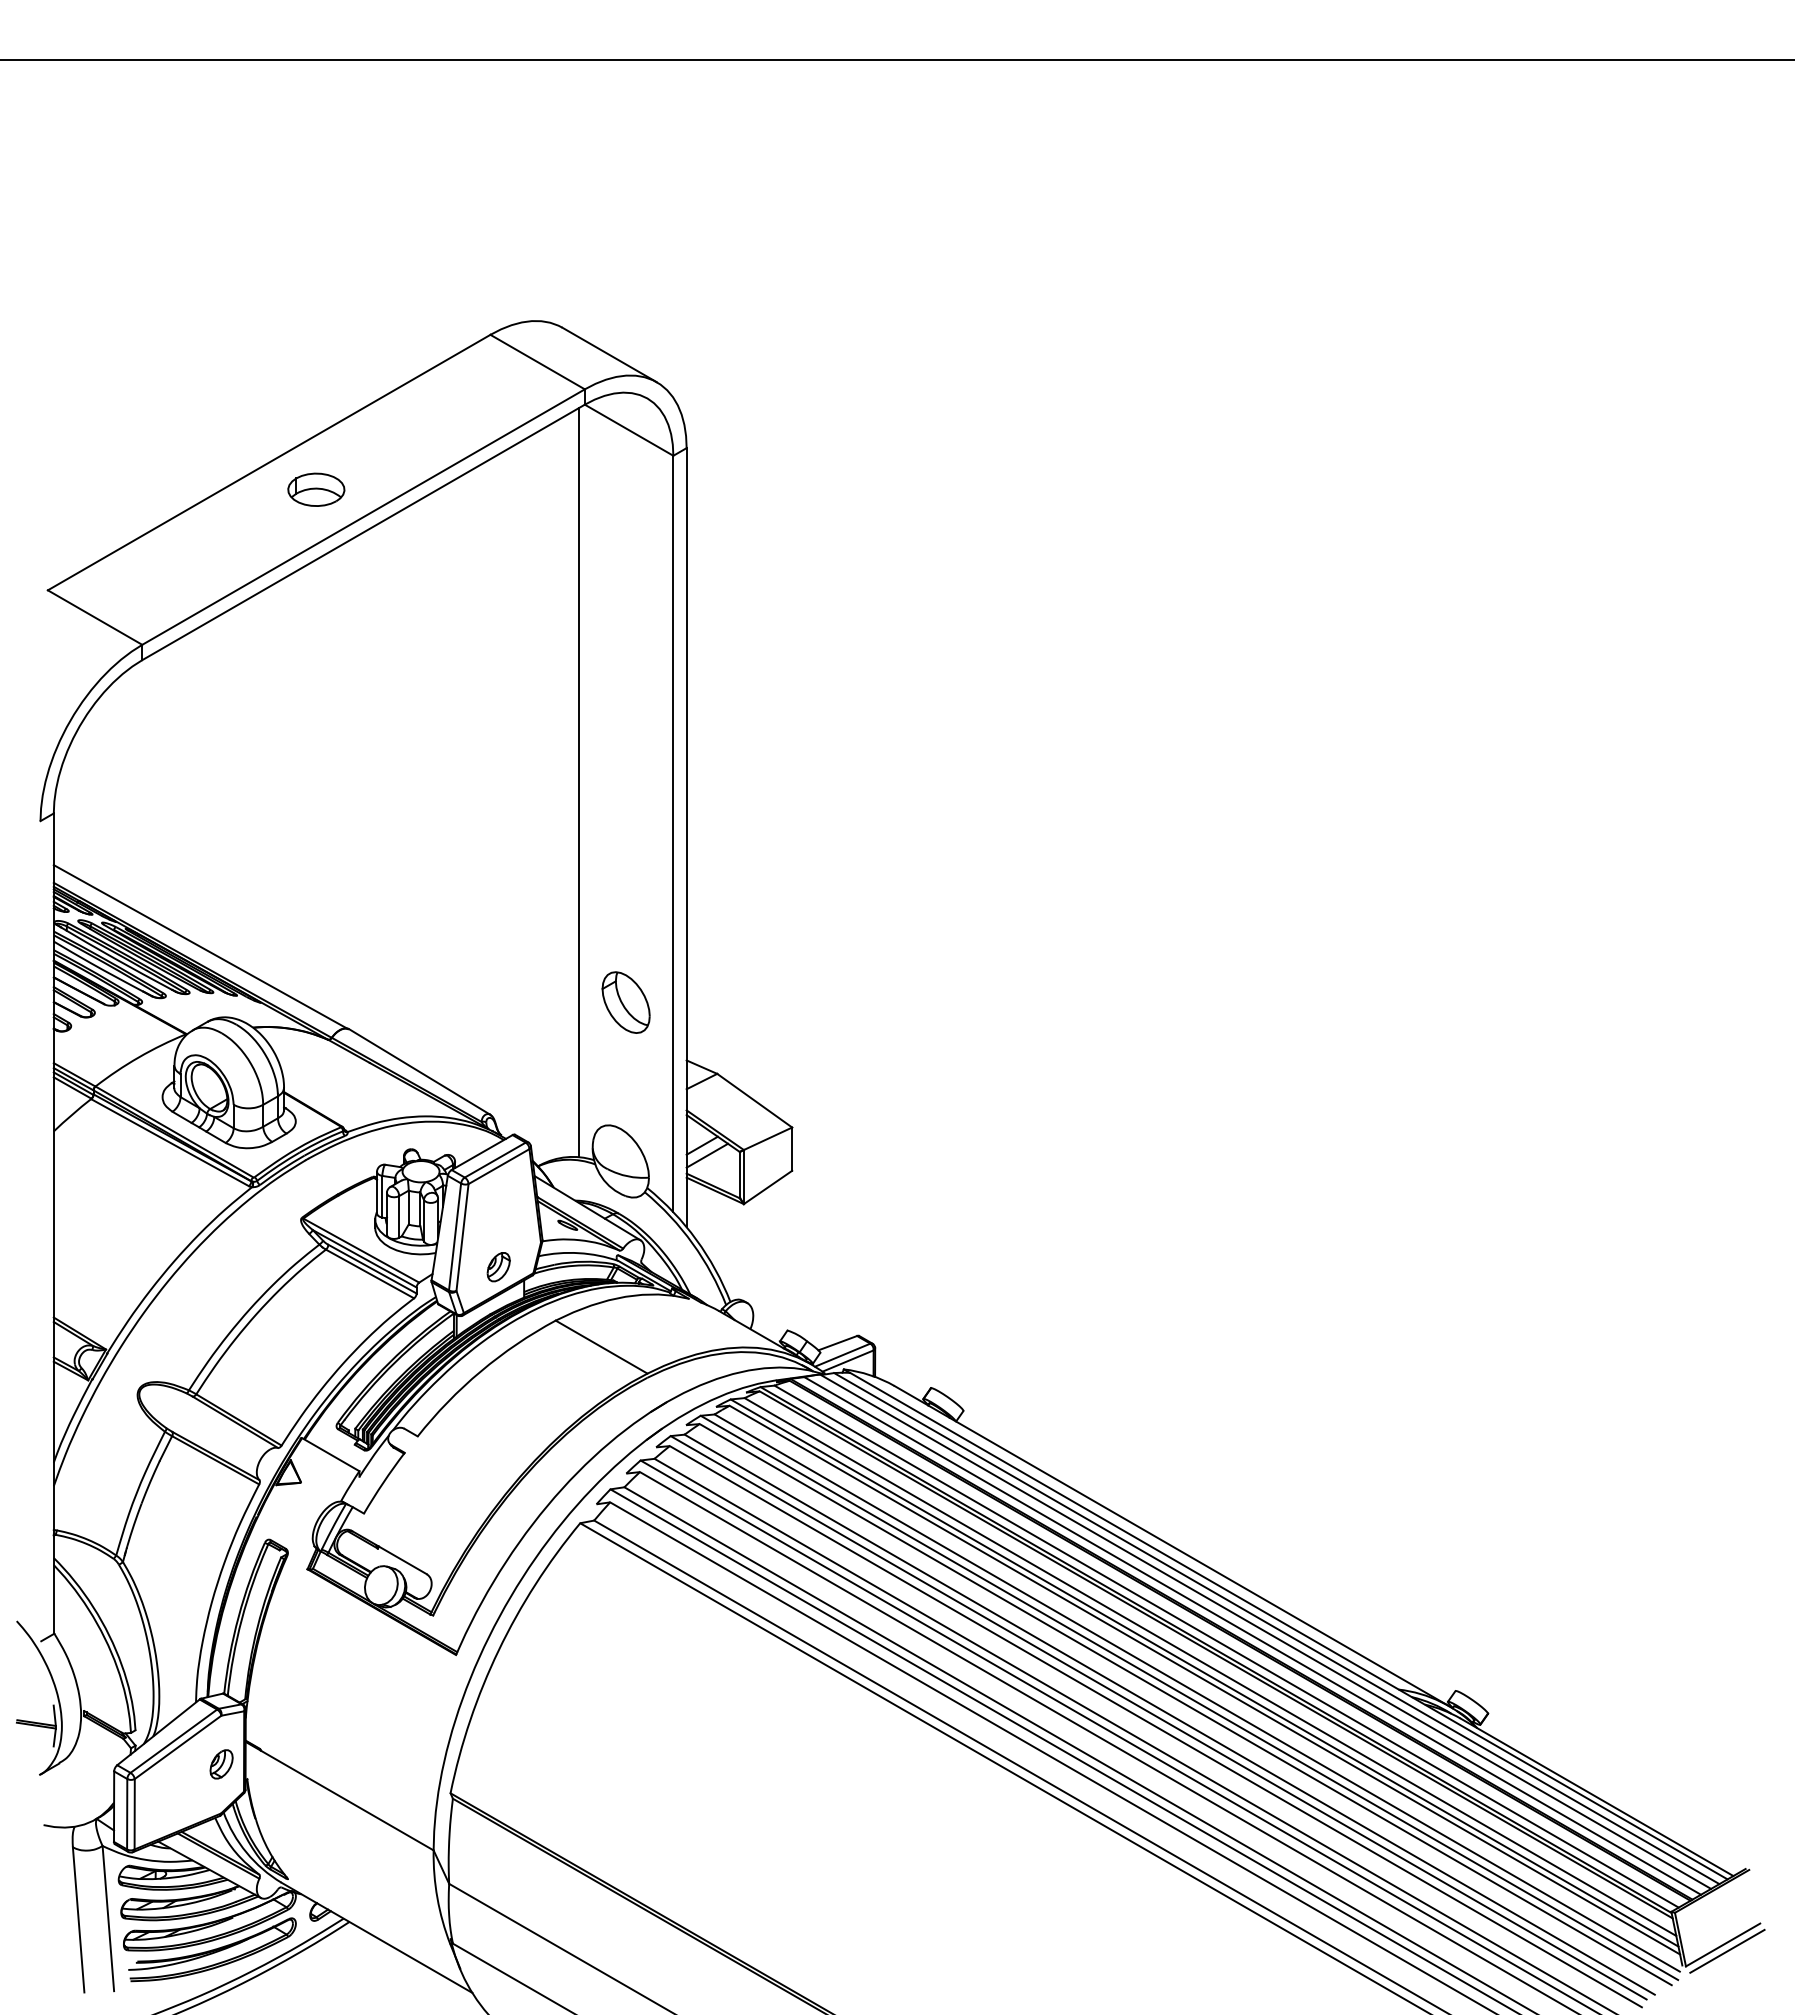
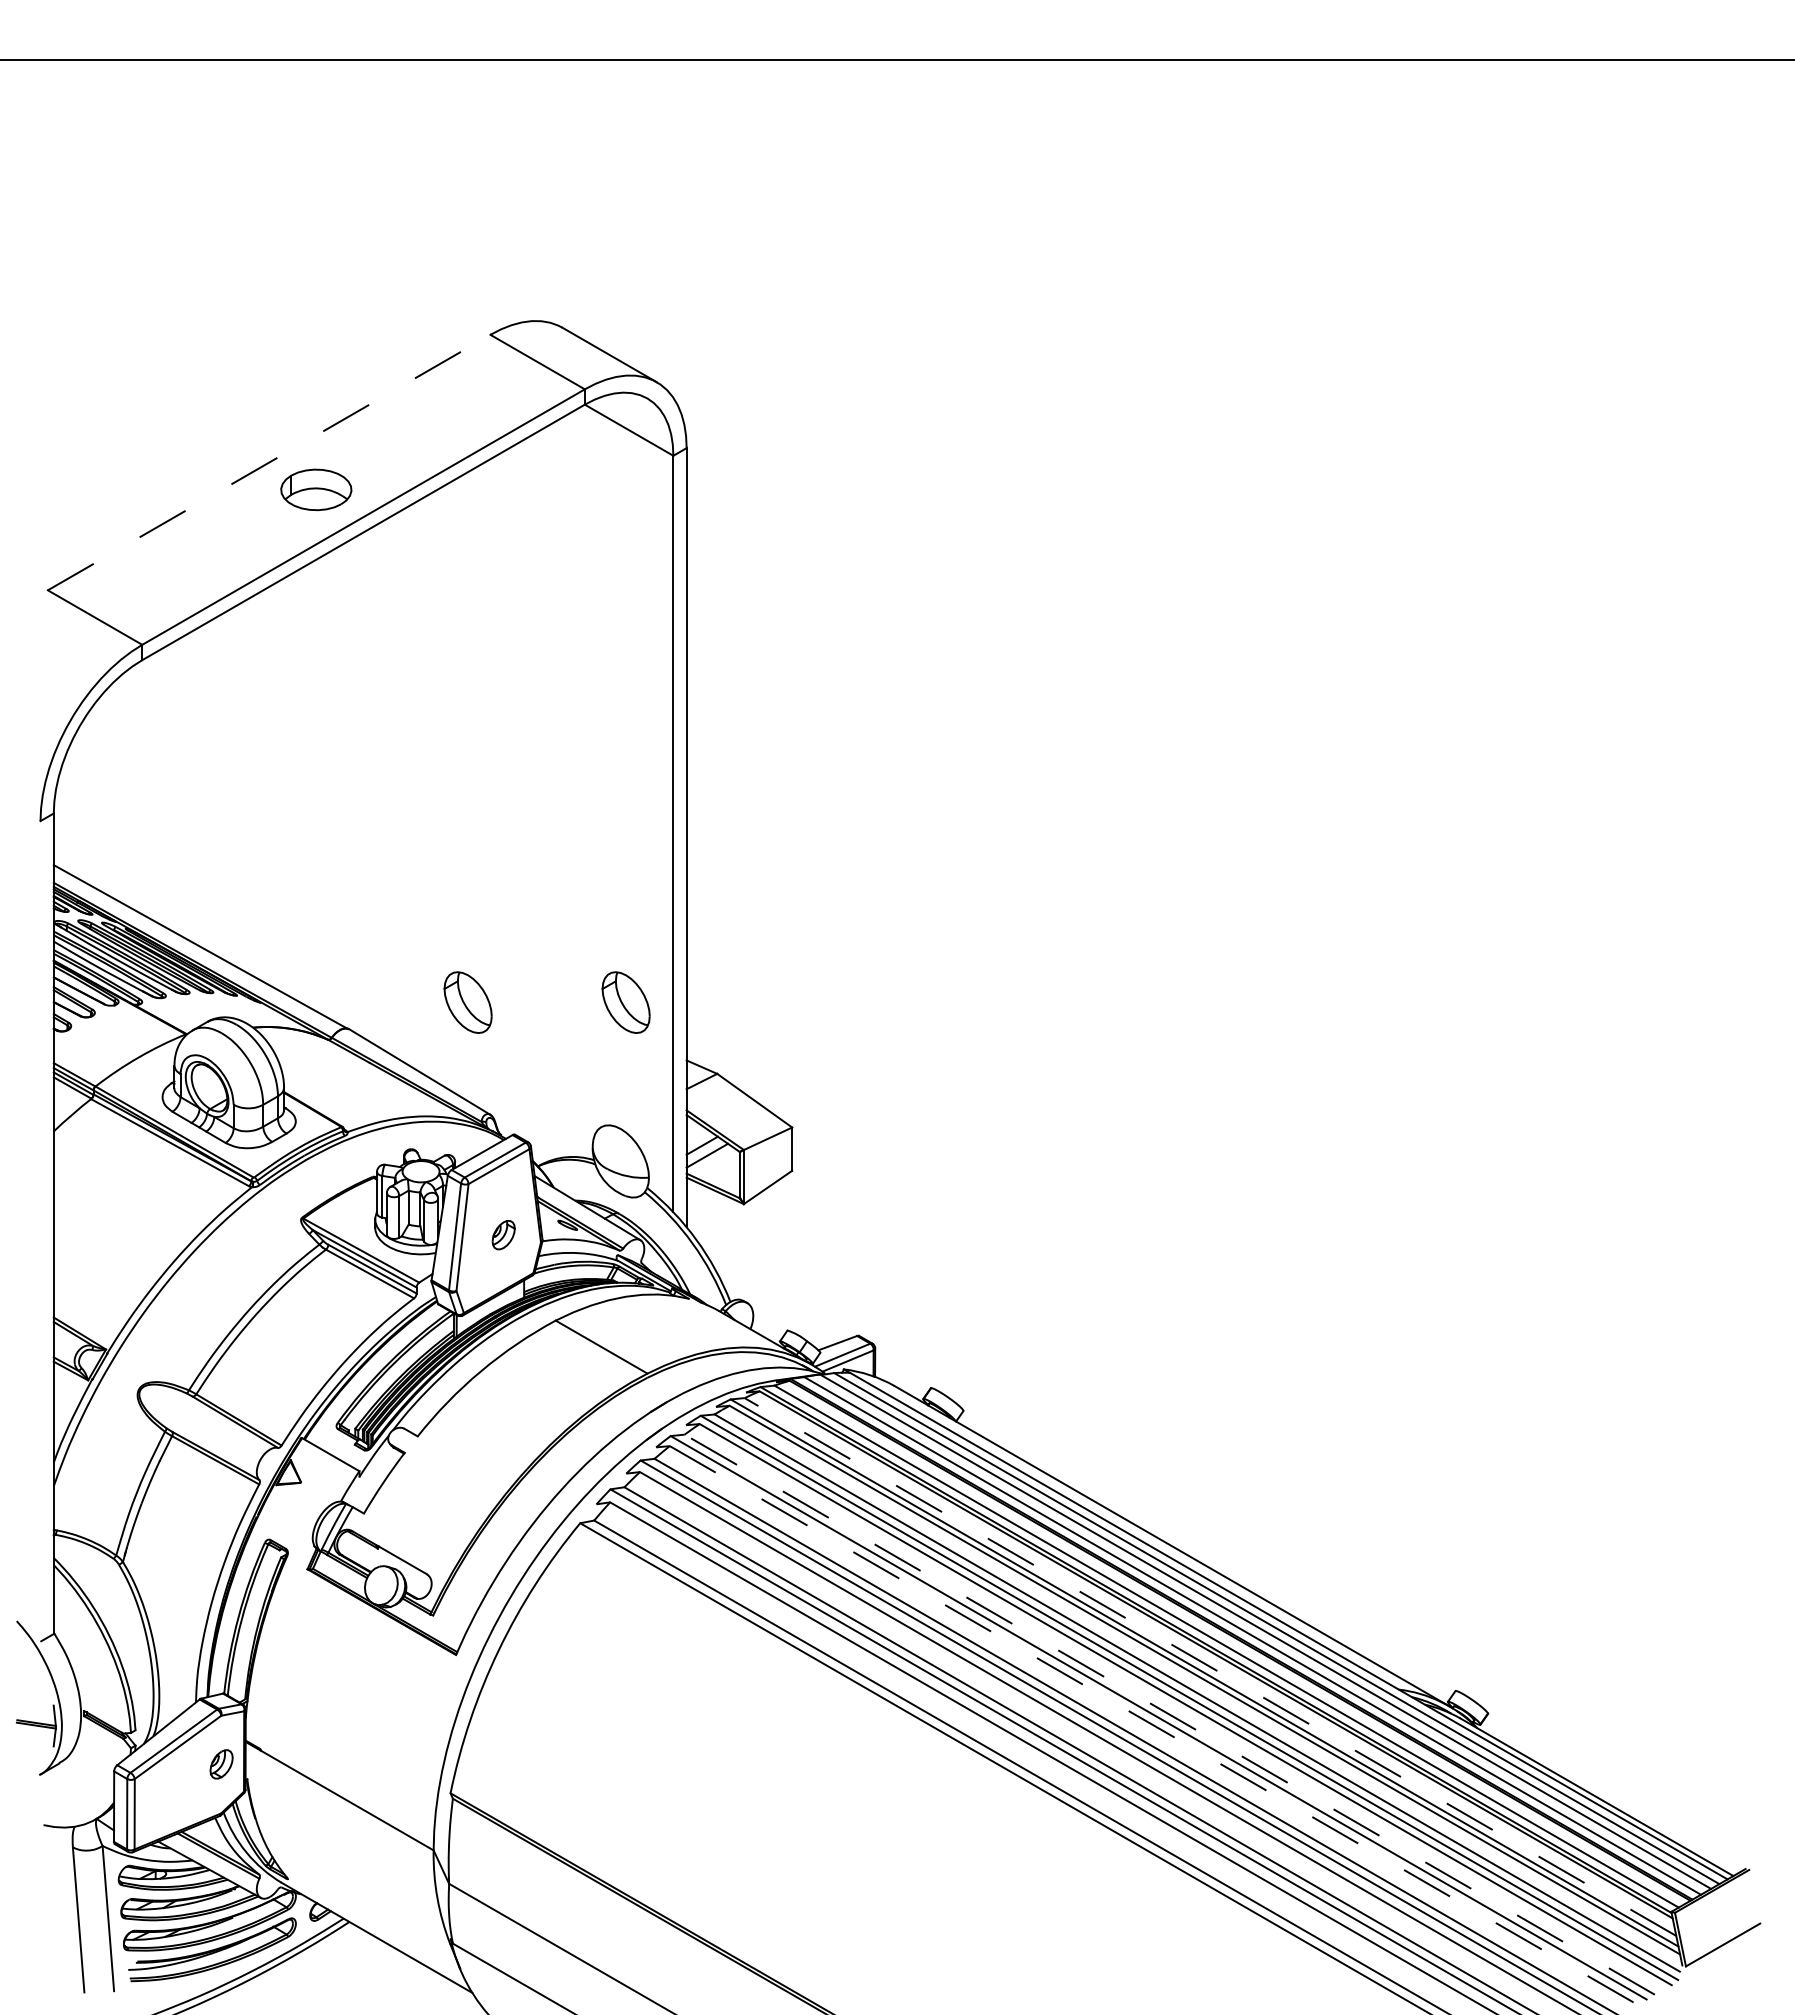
line at (269, 462): solid -> dashed
part at (316, 489) size: 59x35 px -> 73x44 px
line at (578, 782): present -> none
part at (467, 1002): none -> present
part at (498, 1267) position: (498, 1267) -> (503, 1235)
line at (1210, 1667): solid -> dashed
line at (1169, 1714): solid -> dashed
line at (1156, 1726): solid -> dashed
line at (1727, 1950): present -> none
